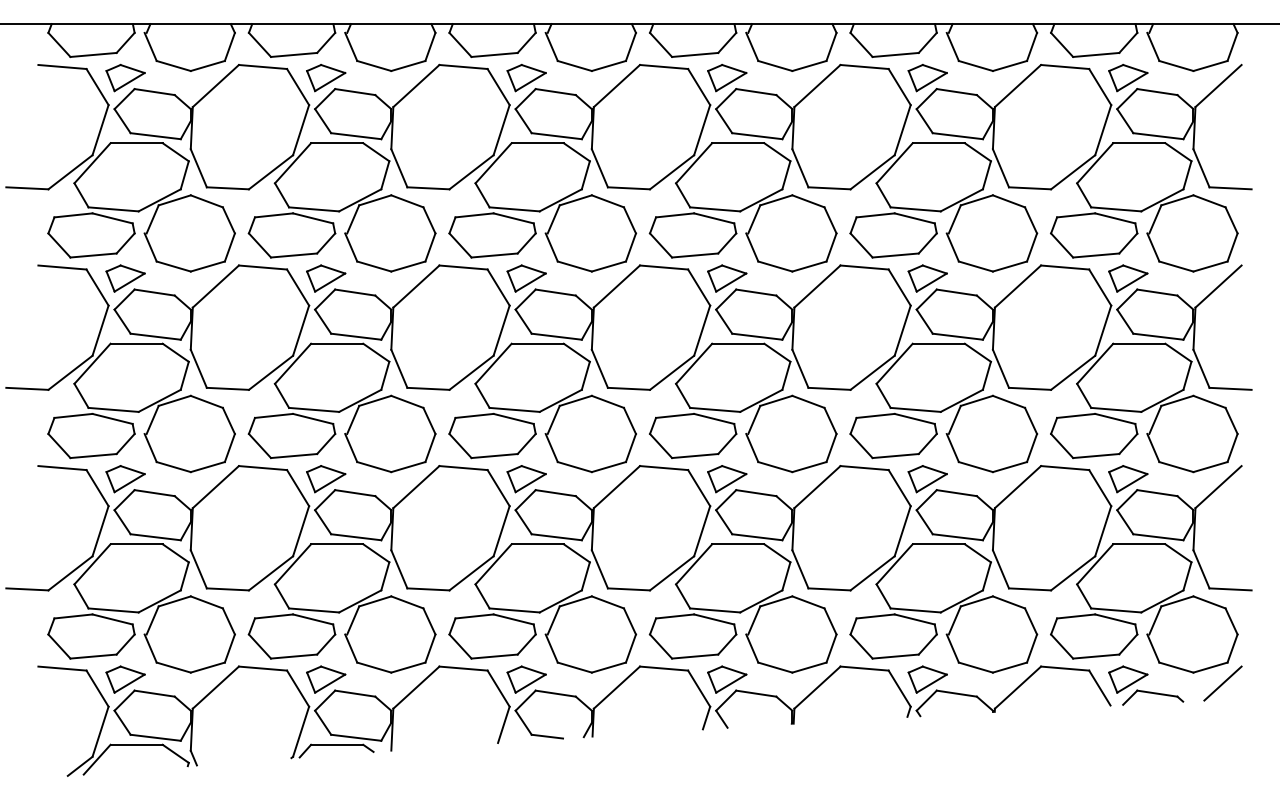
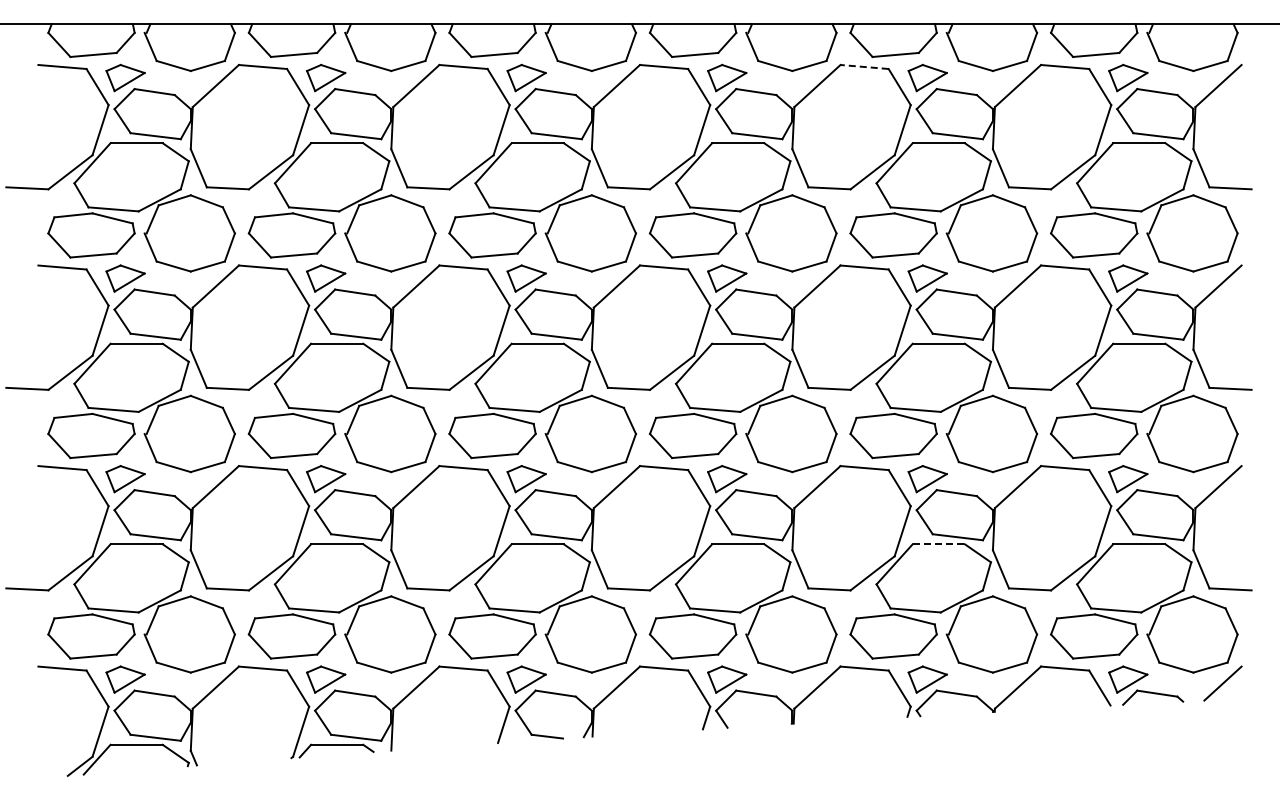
line at (864, 66): solid -> dashed
line at (939, 544): solid -> dashed
